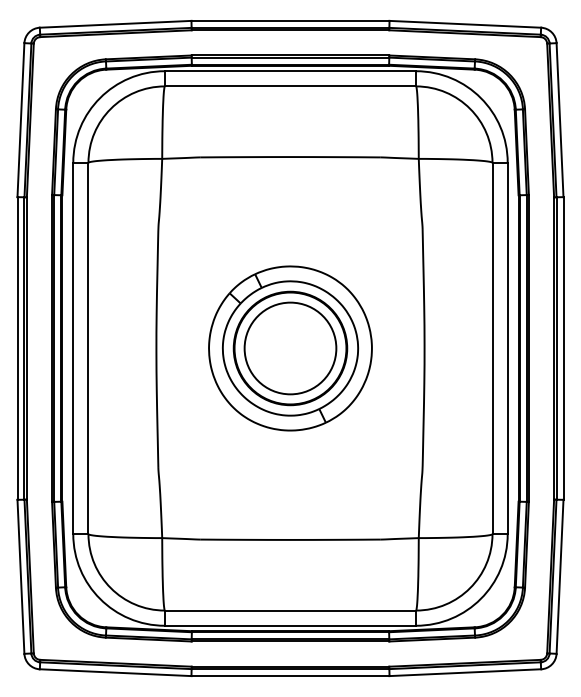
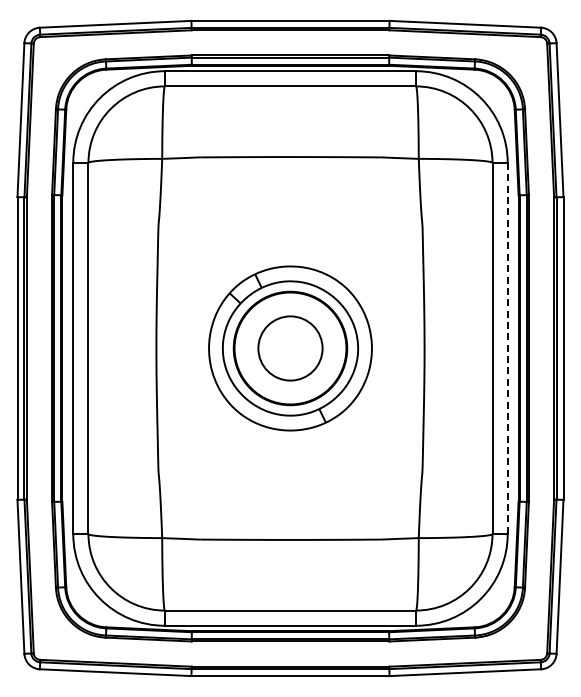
circle at (290, 348) diameter: 92 px -> 64 px
line at (507, 348): solid -> dashed
